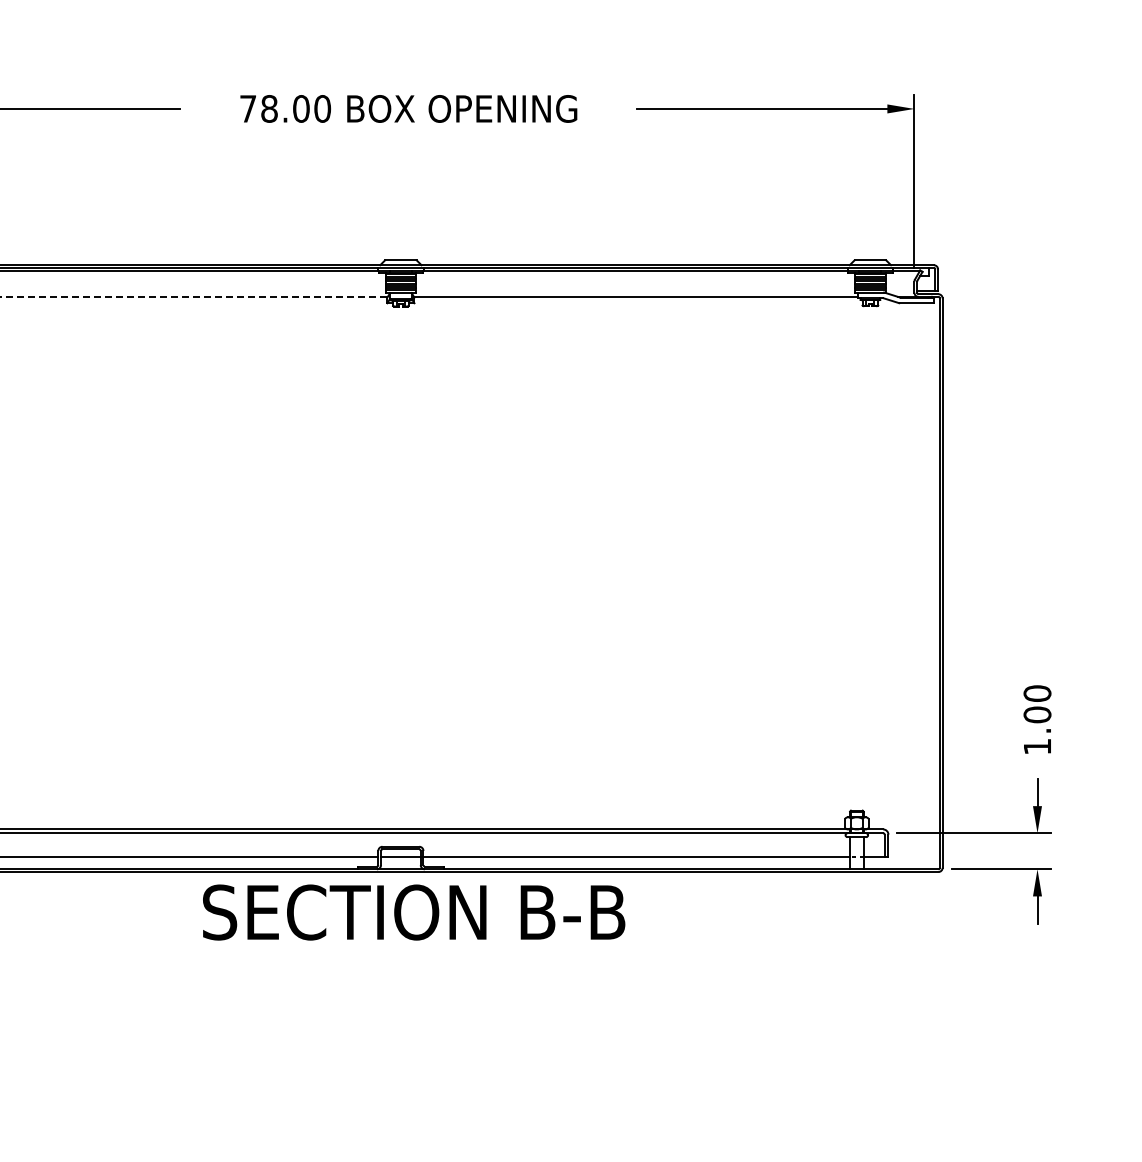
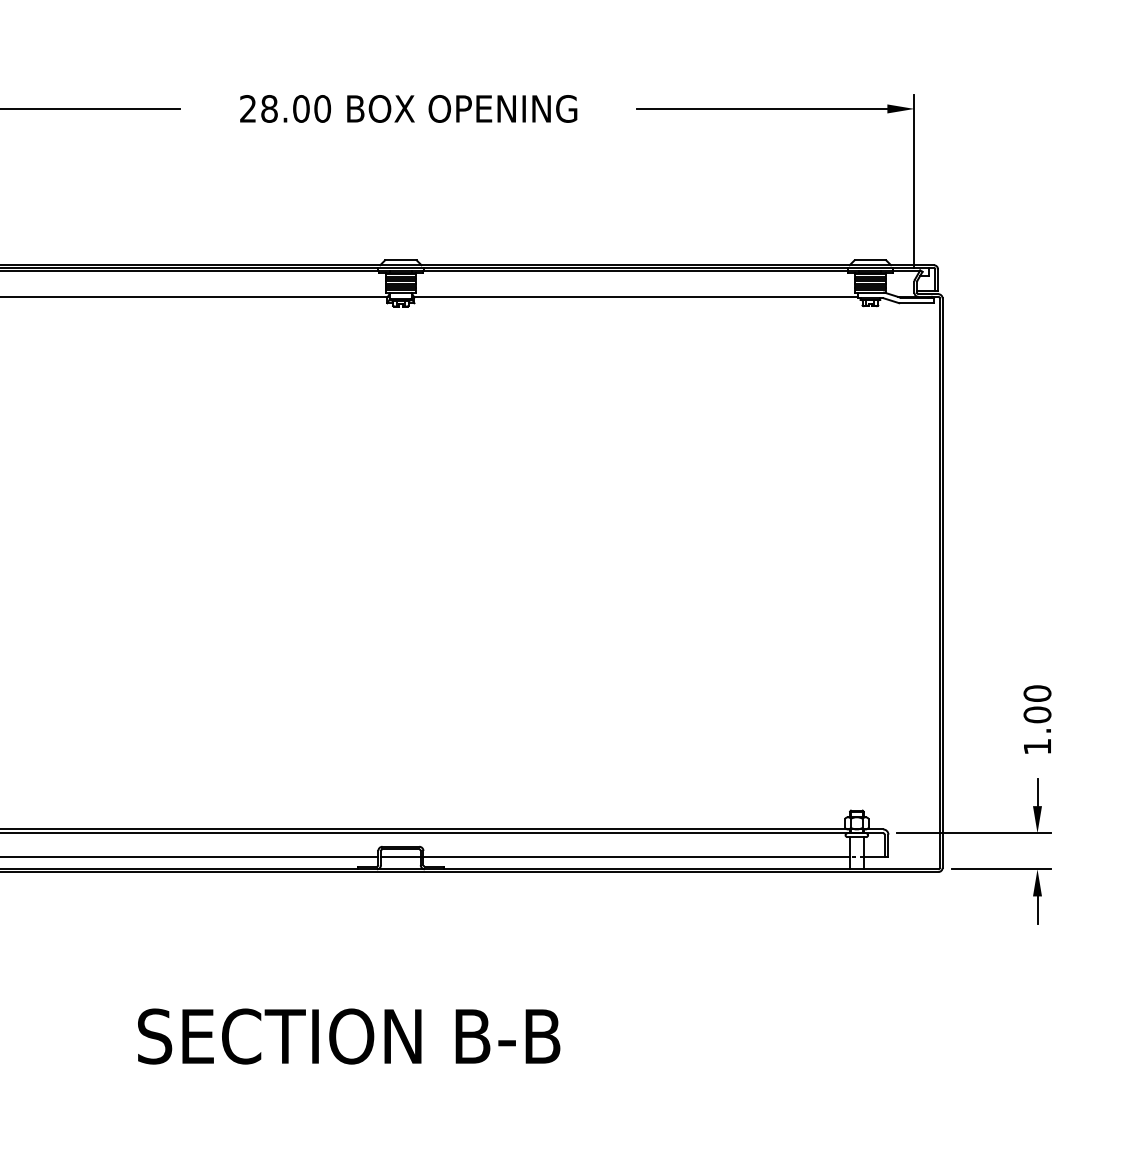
text at (247, 108): 78.00 -> 28.00
line at (194, 296): dashed -> solid
text at (414, 912) position: (414, 912) -> (349, 1036)
